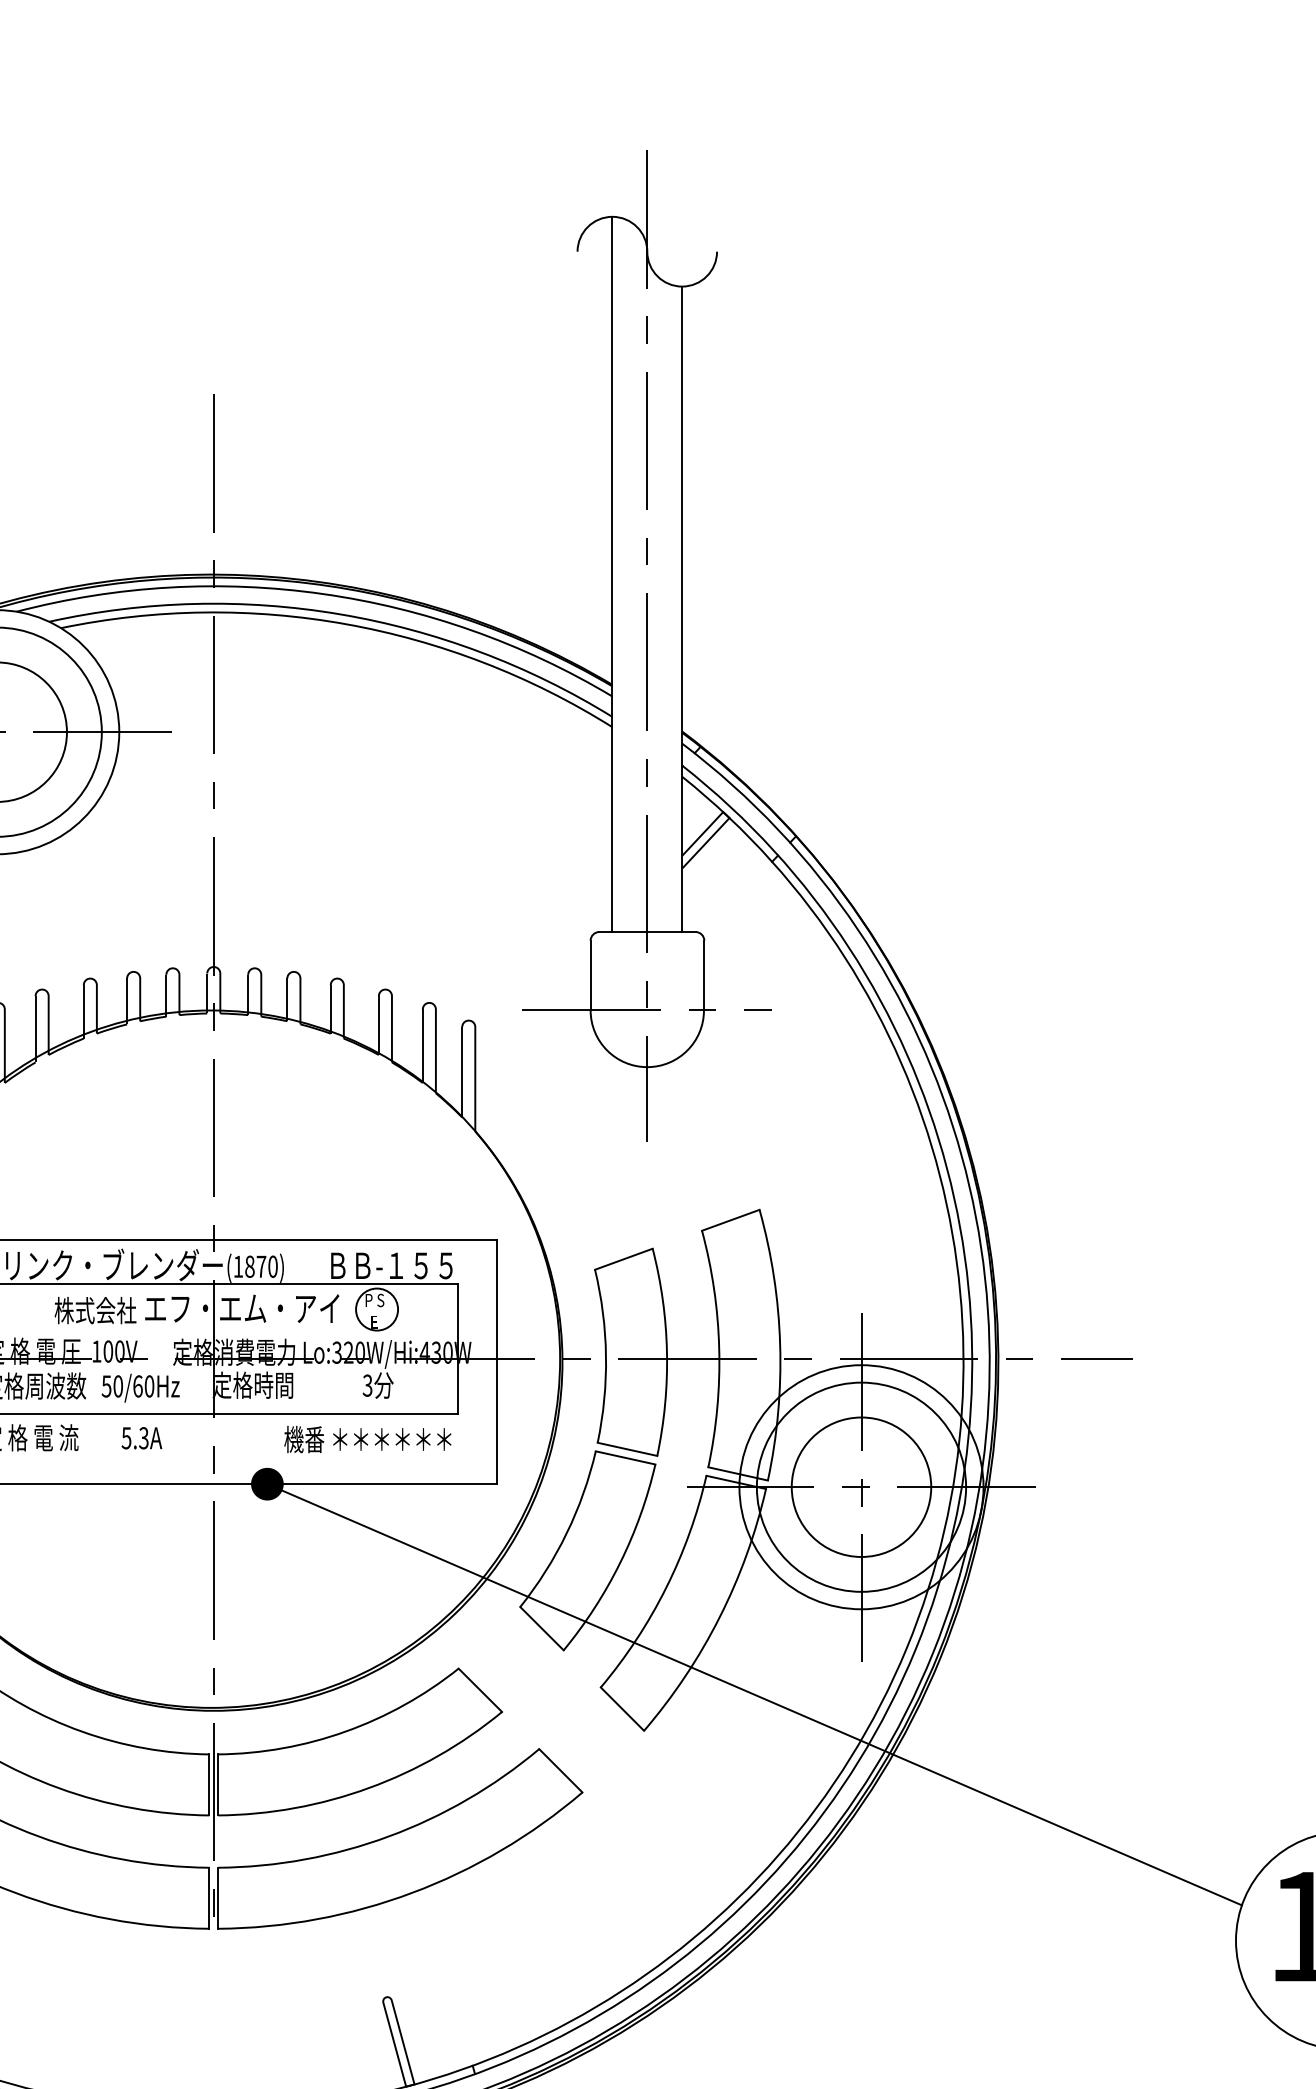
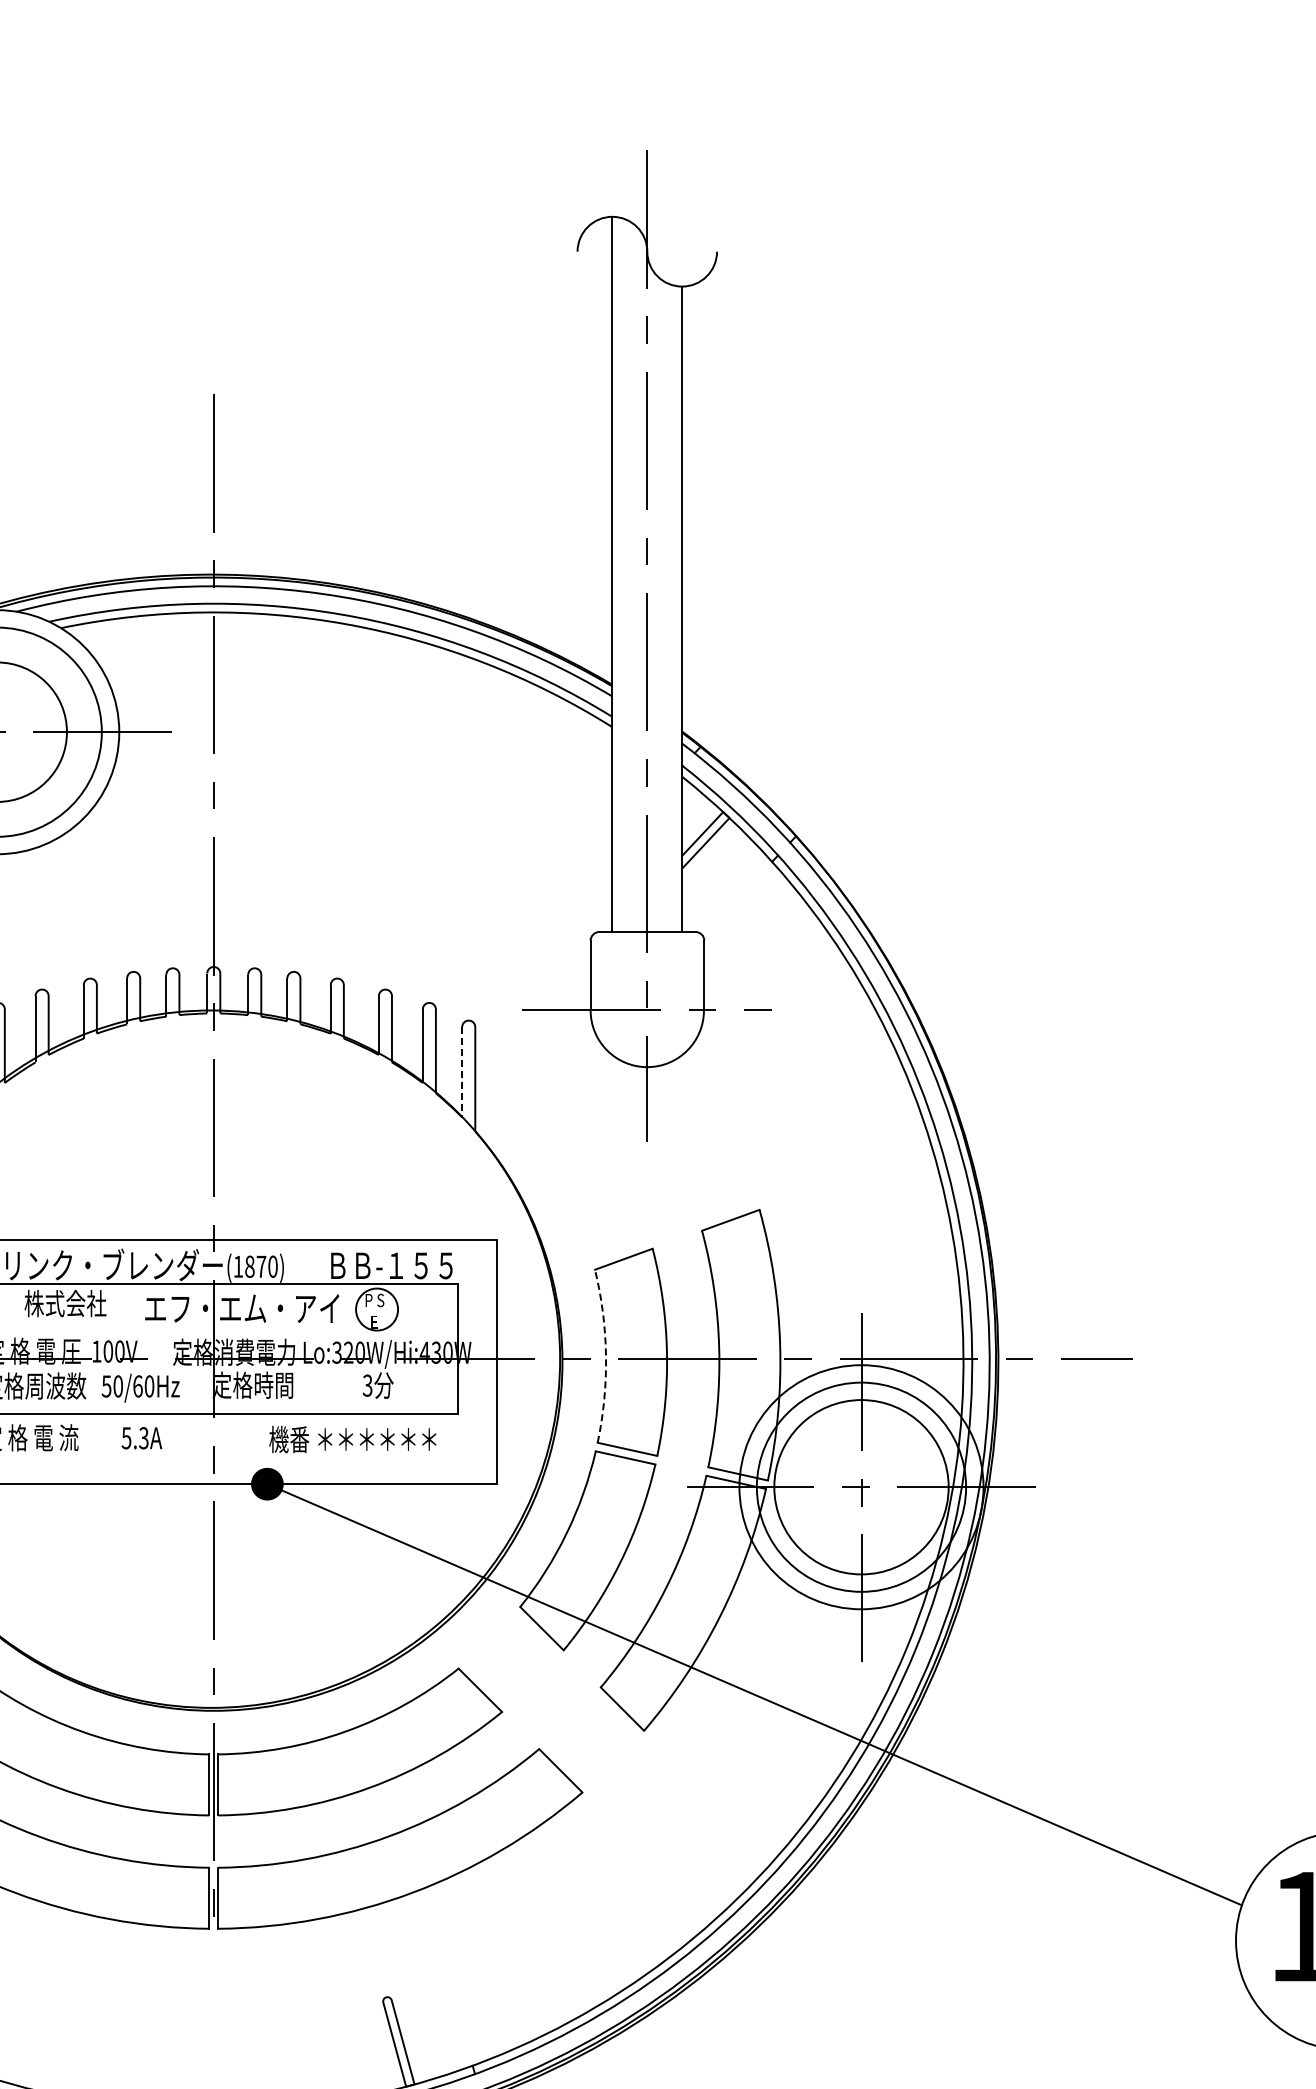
line at (462, 1072): solid -> dashed
text at (95, 1310) position: (95, 1310) -> (65, 1303)
arc at (606, 1356): solid -> dashed
text at (367, 1439) position: (367, 1439) -> (352, 1439)
circle at (861, 1486) diameter: 139 px -> 174 px
